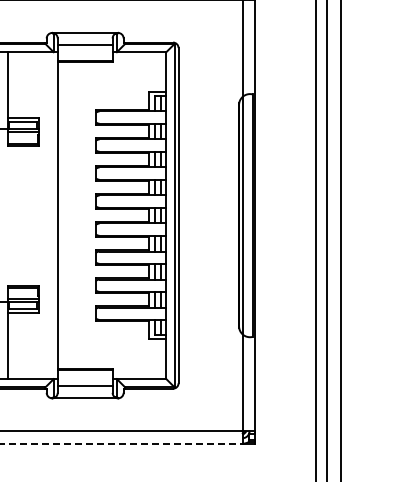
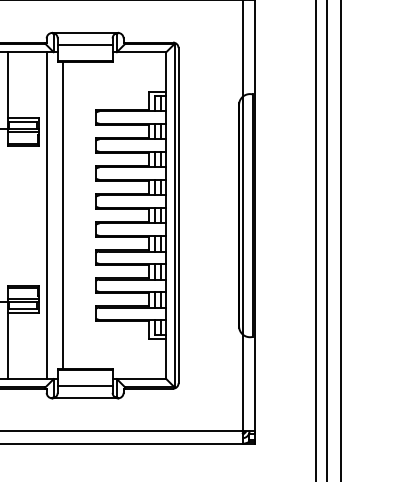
line at (46, 215): none -> present
line at (58, 215) position: (58, 215) -> (63, 215)
line at (121, 443): dashed -> solid
